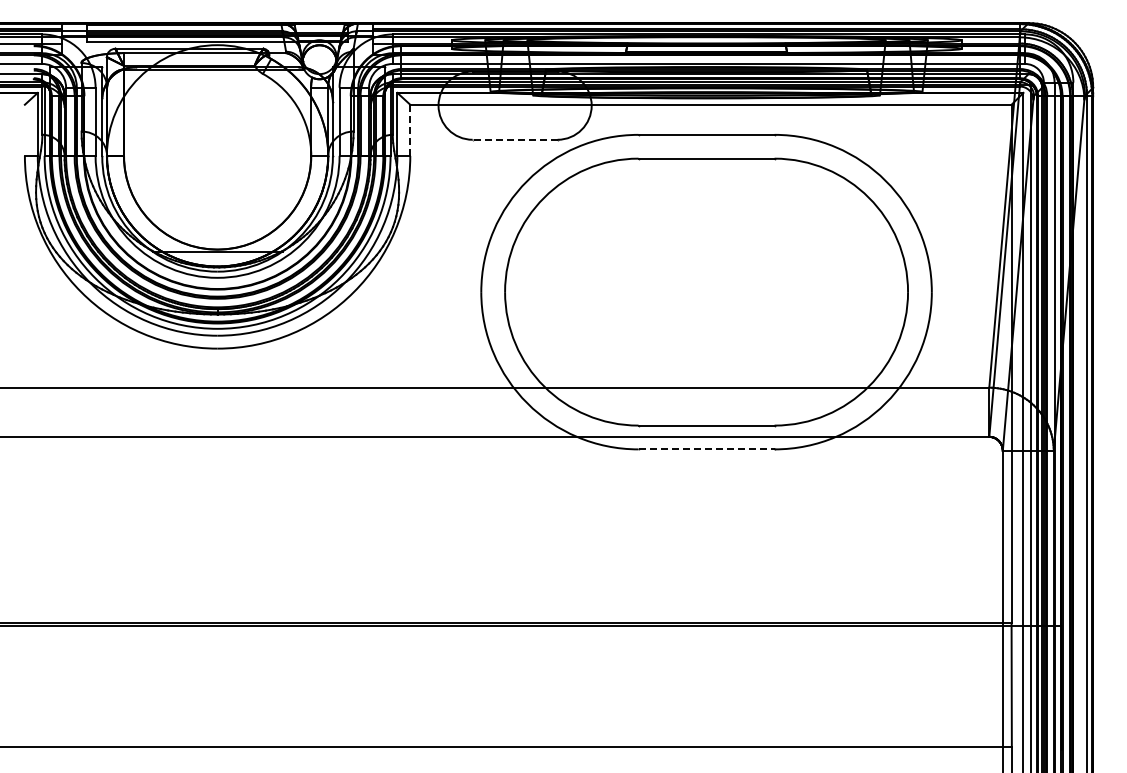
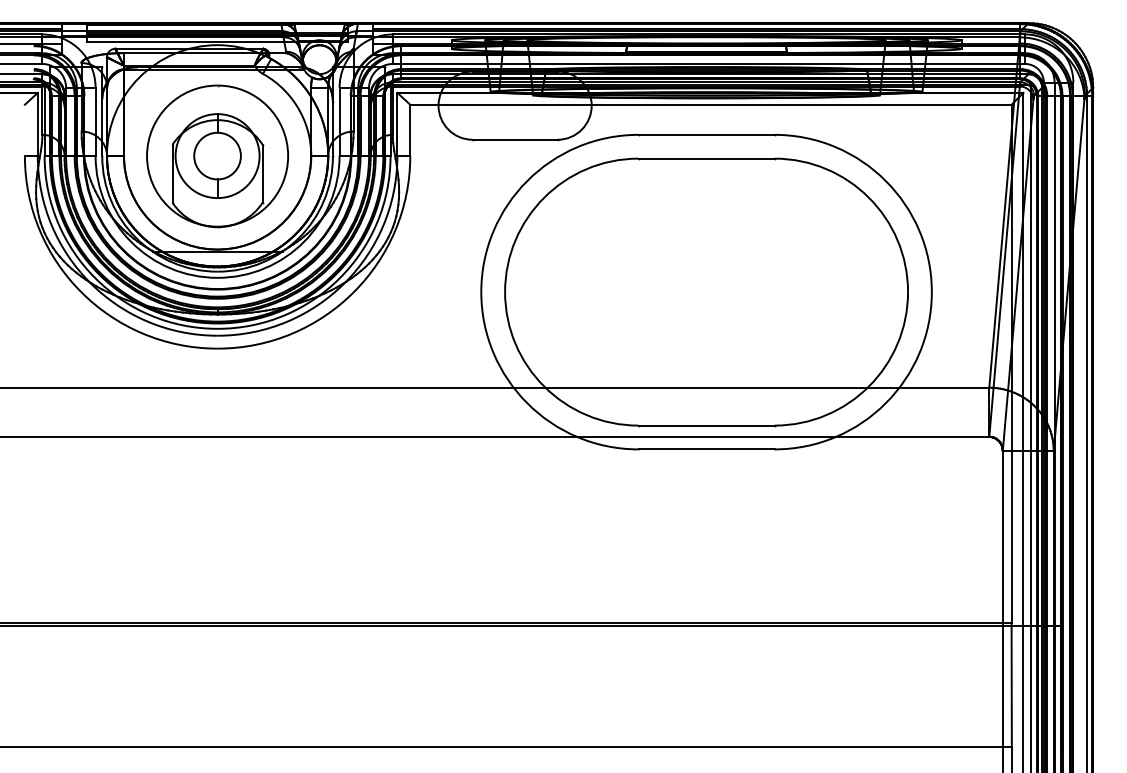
line at (410, 130): dashed -> solid
line at (514, 139): dashed -> solid
part at (217, 156): none -> present
line at (707, 449): dashed -> solid
